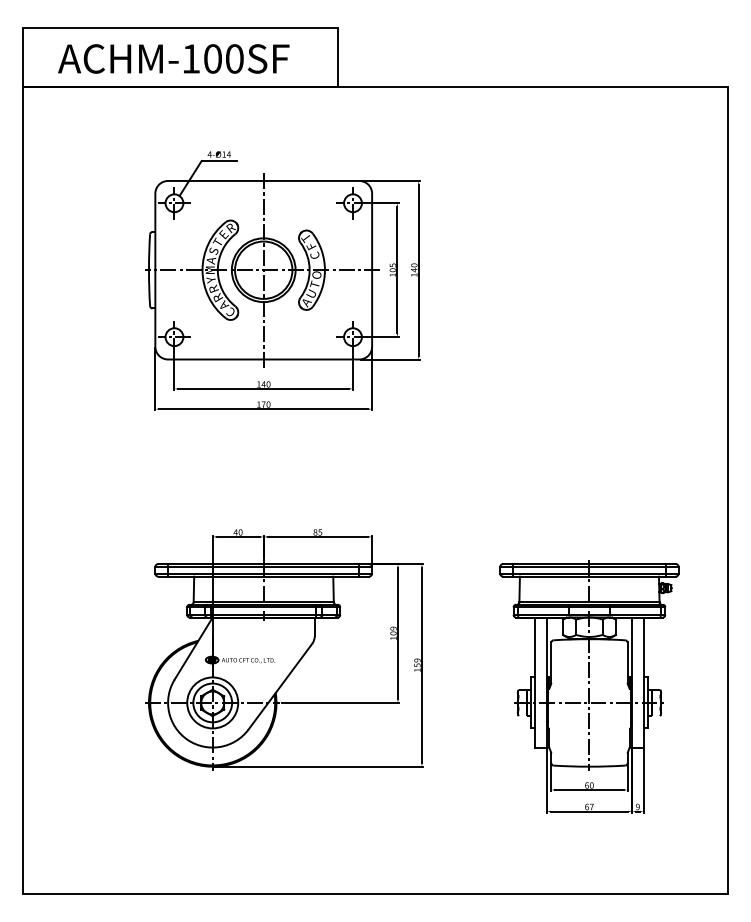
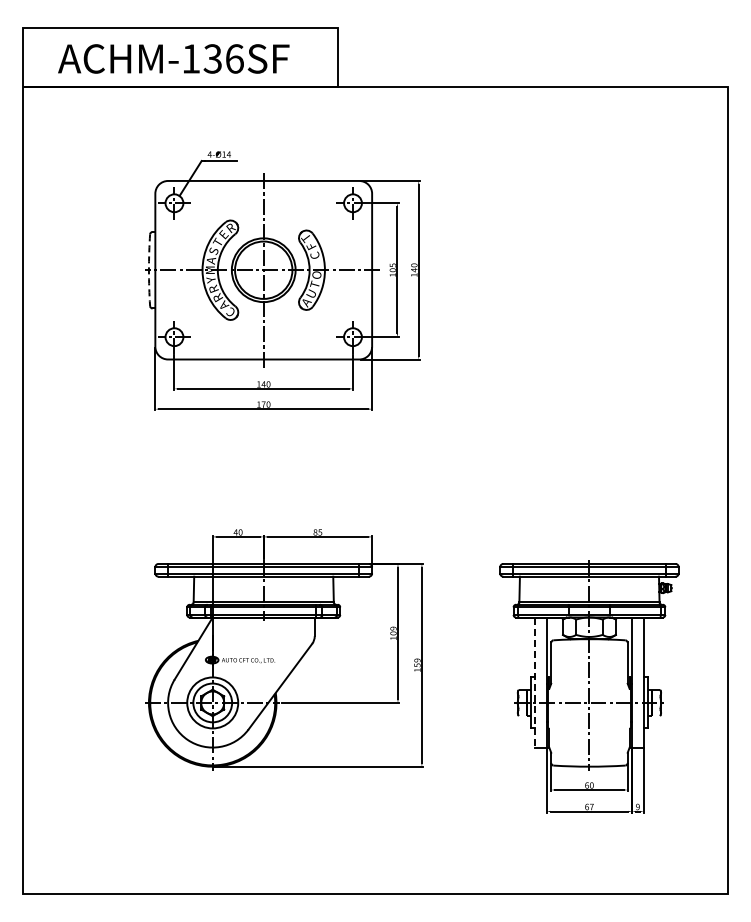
text at (223, 58): ACHM-100SF -> ACHM-136SF
arc at (148, 270): solid -> dashed
line at (535, 683): solid -> dashed
